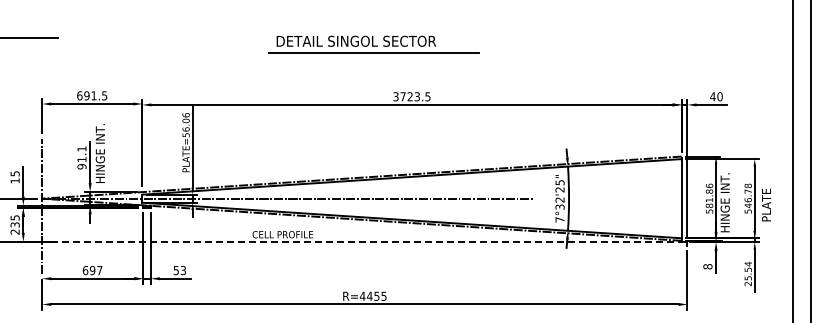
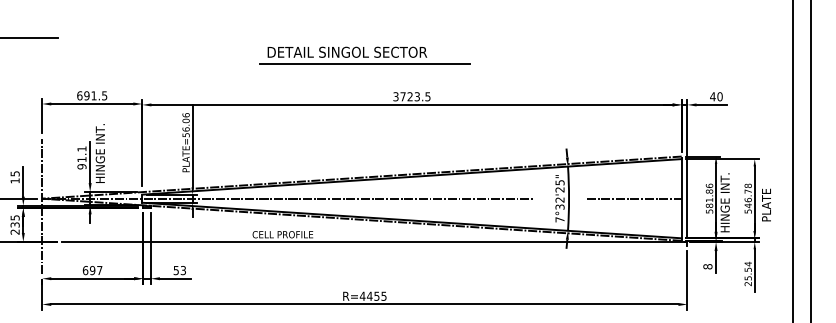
part at (373, 44) position: (373, 44) -> (364, 55)
line at (633, 198): none -> present
line at (374, 242): dashed -> solid
